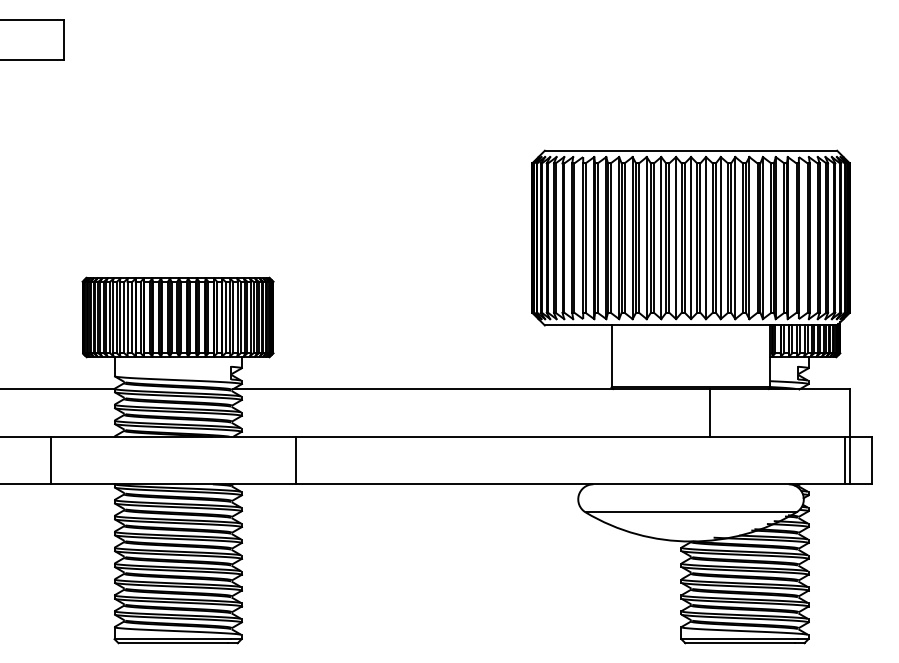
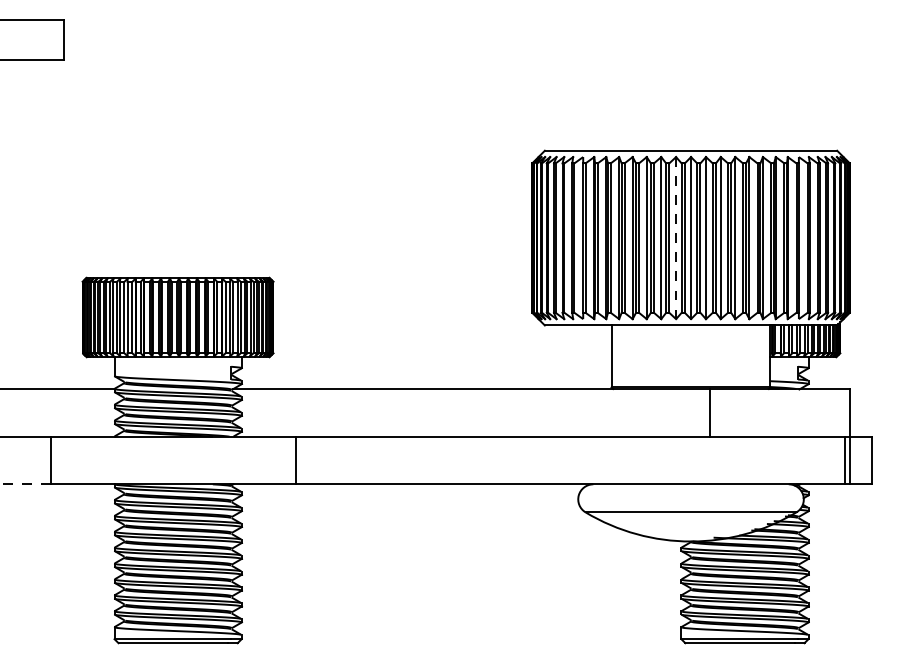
line at (676, 237): solid -> dashed
line at (25, 484): solid -> dashed
